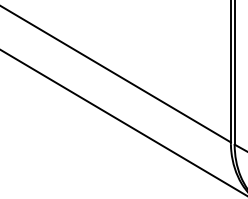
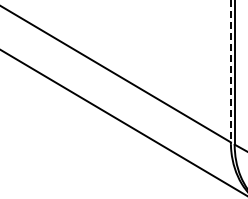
line at (230, 71): solid -> dashed
